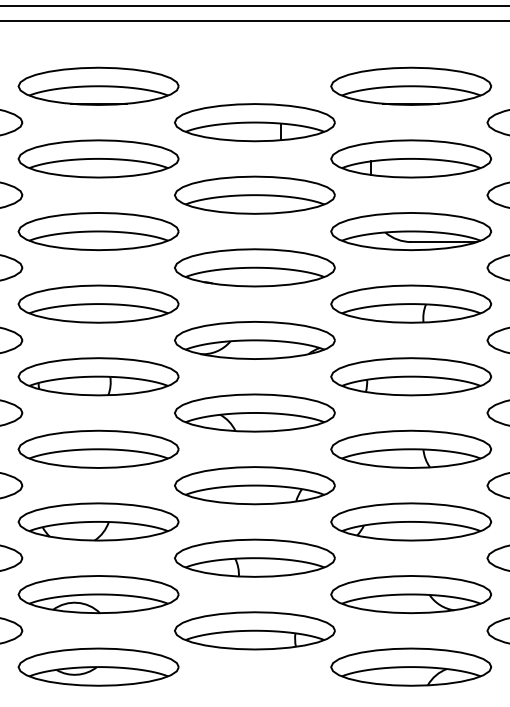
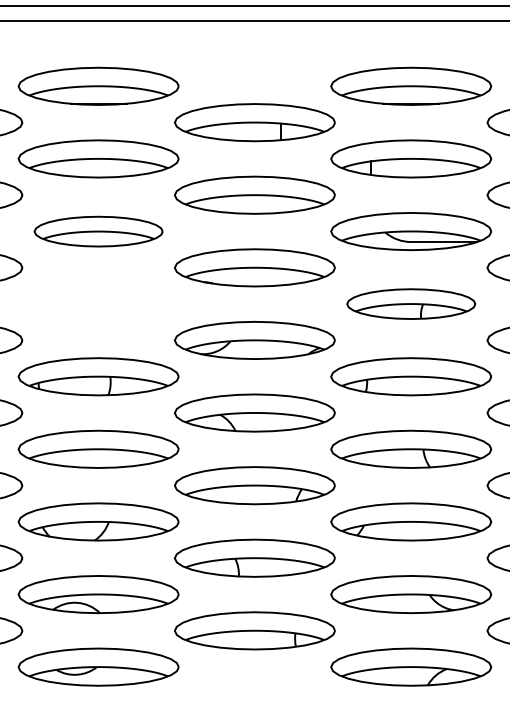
part at (98, 231) size: 163x40 px -> 131x33 px
part at (98, 303): present -> none
part at (411, 303) size: 163x40 px -> 131x32 px
